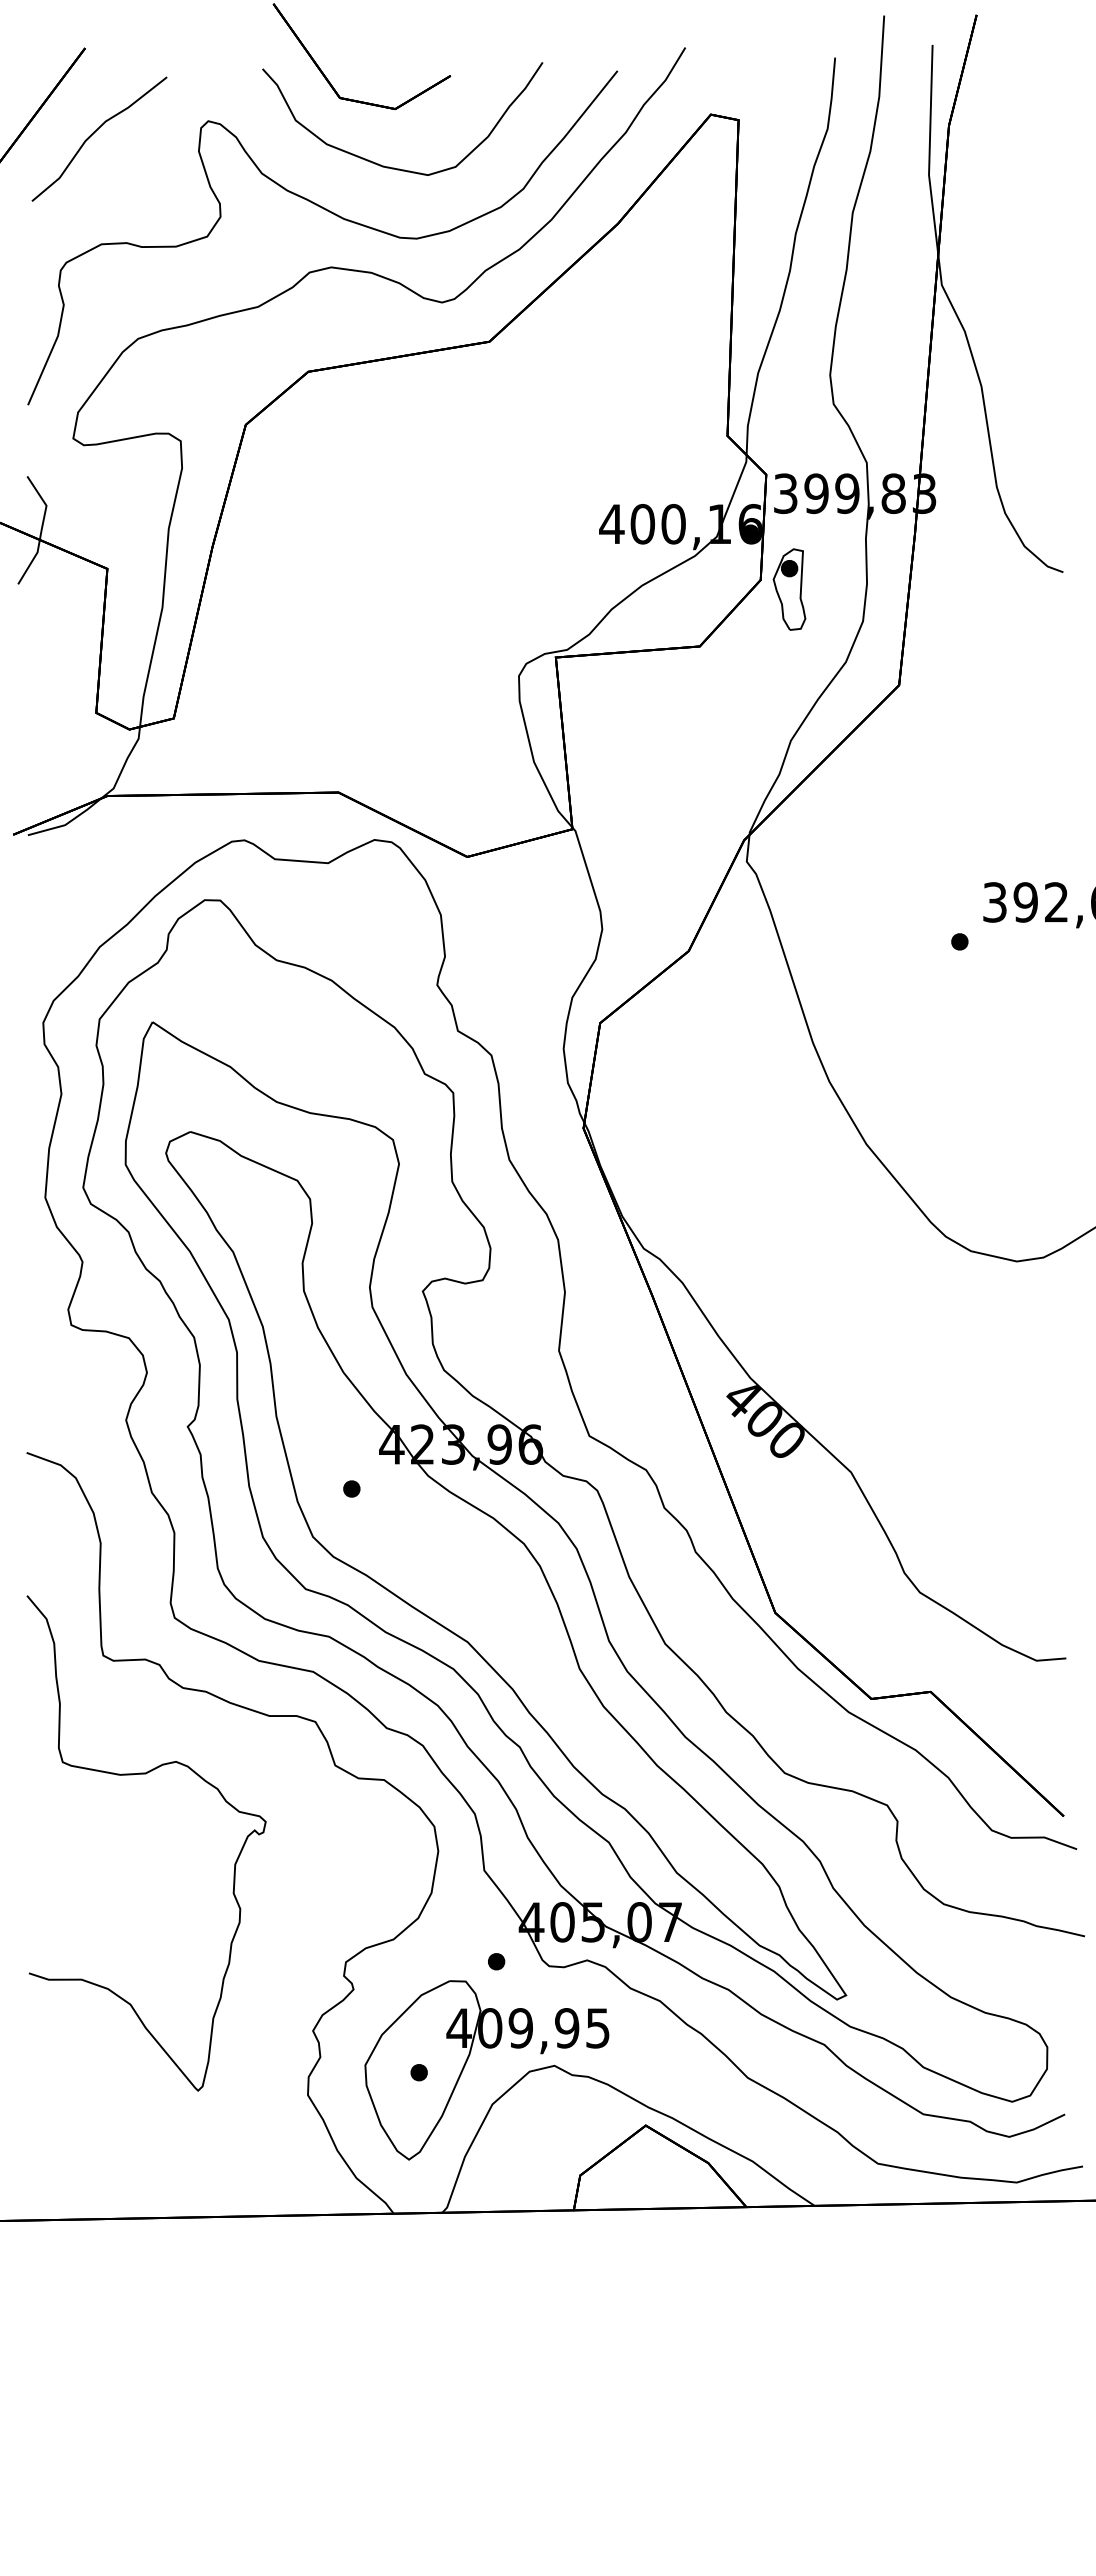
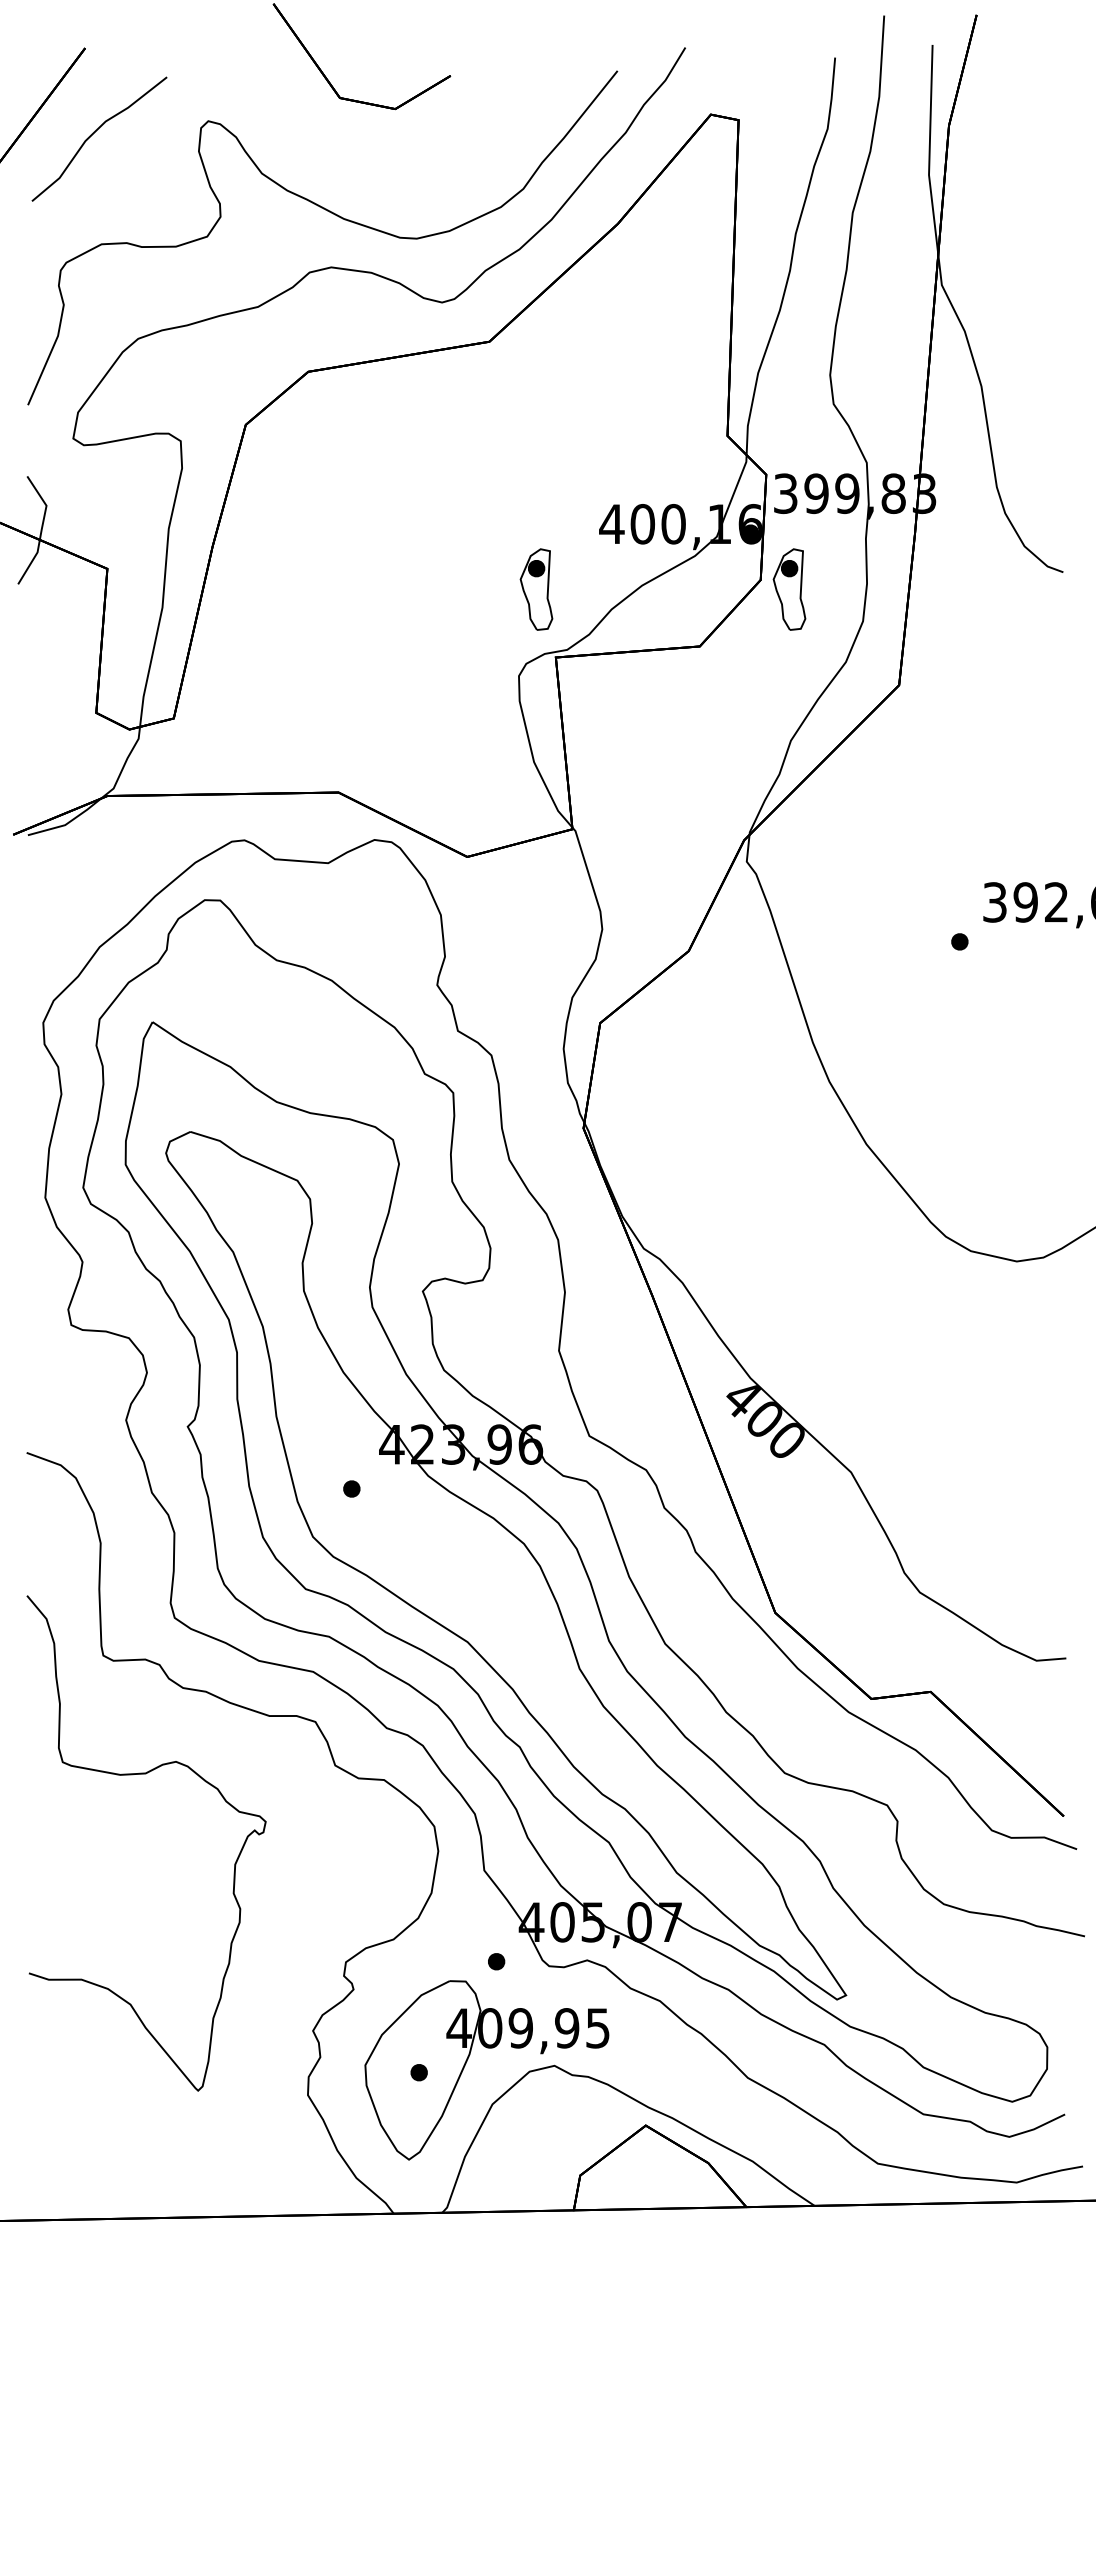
curve at (394, 167): present -> none
part at (536, 589): none -> present
